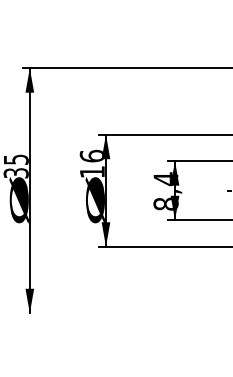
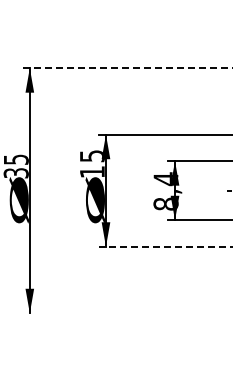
line at (127, 68): solid -> dashed
text at (91, 155): 16 -> 15
line at (165, 246): solid -> dashed
